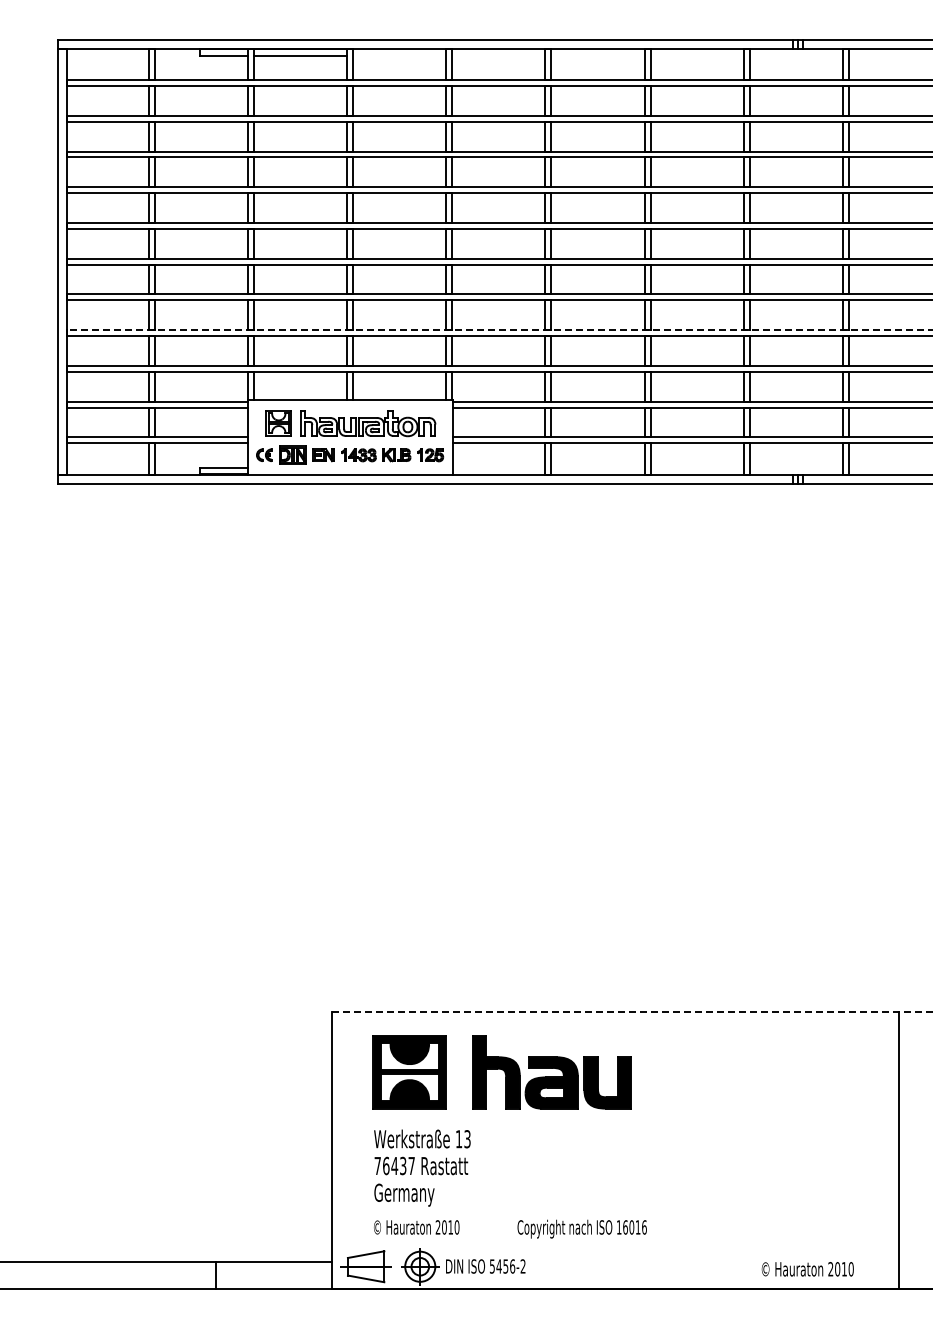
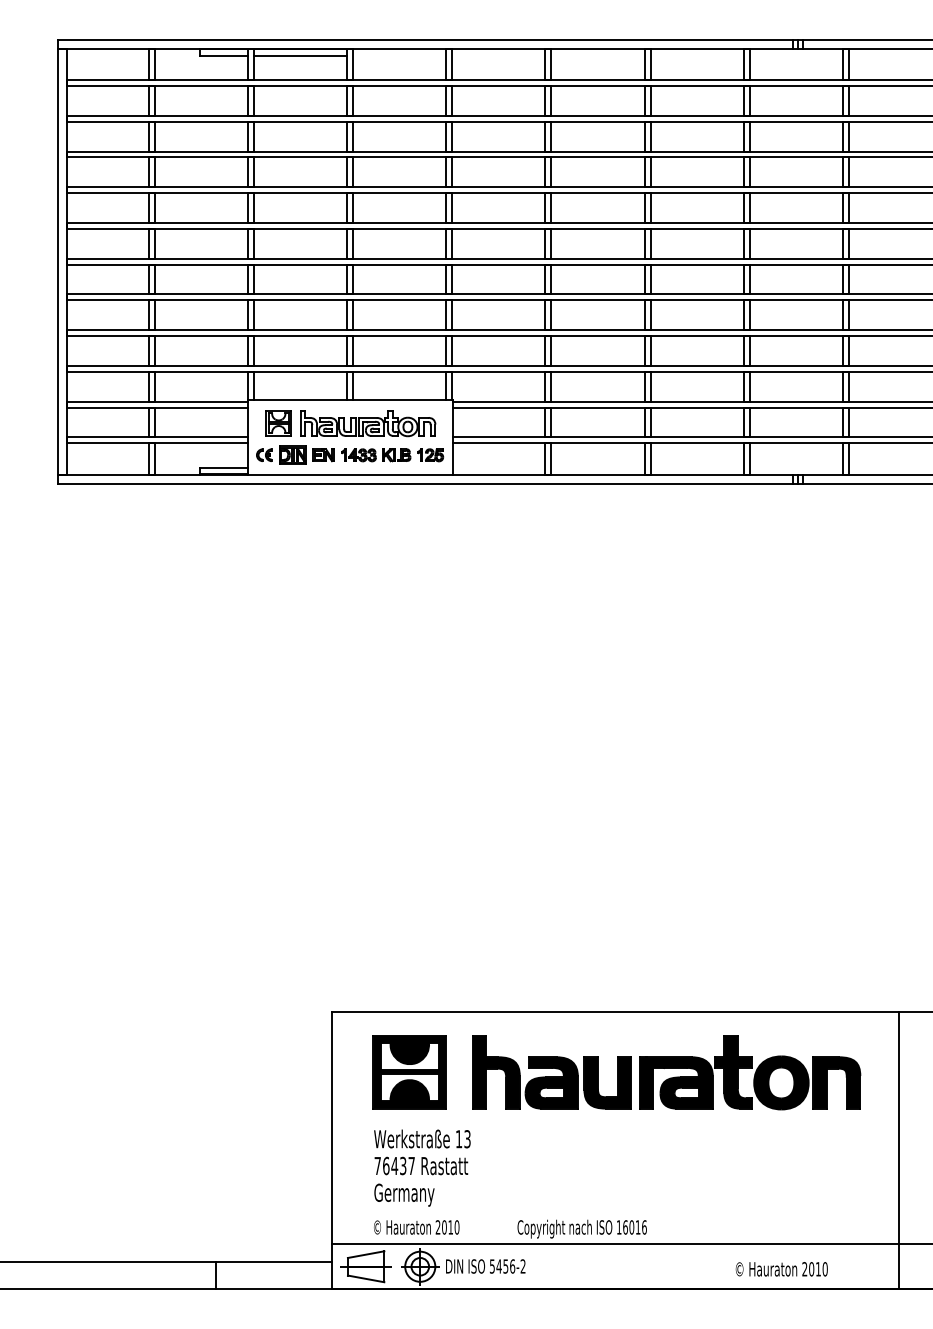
line at (499, 330): dashed -> solid
line at (633, 1012): dashed -> solid
part at (750, 1072): none -> present
line at (630, 1244): none -> present
text at (807, 1269) position: (807, 1269) -> (781, 1269)
